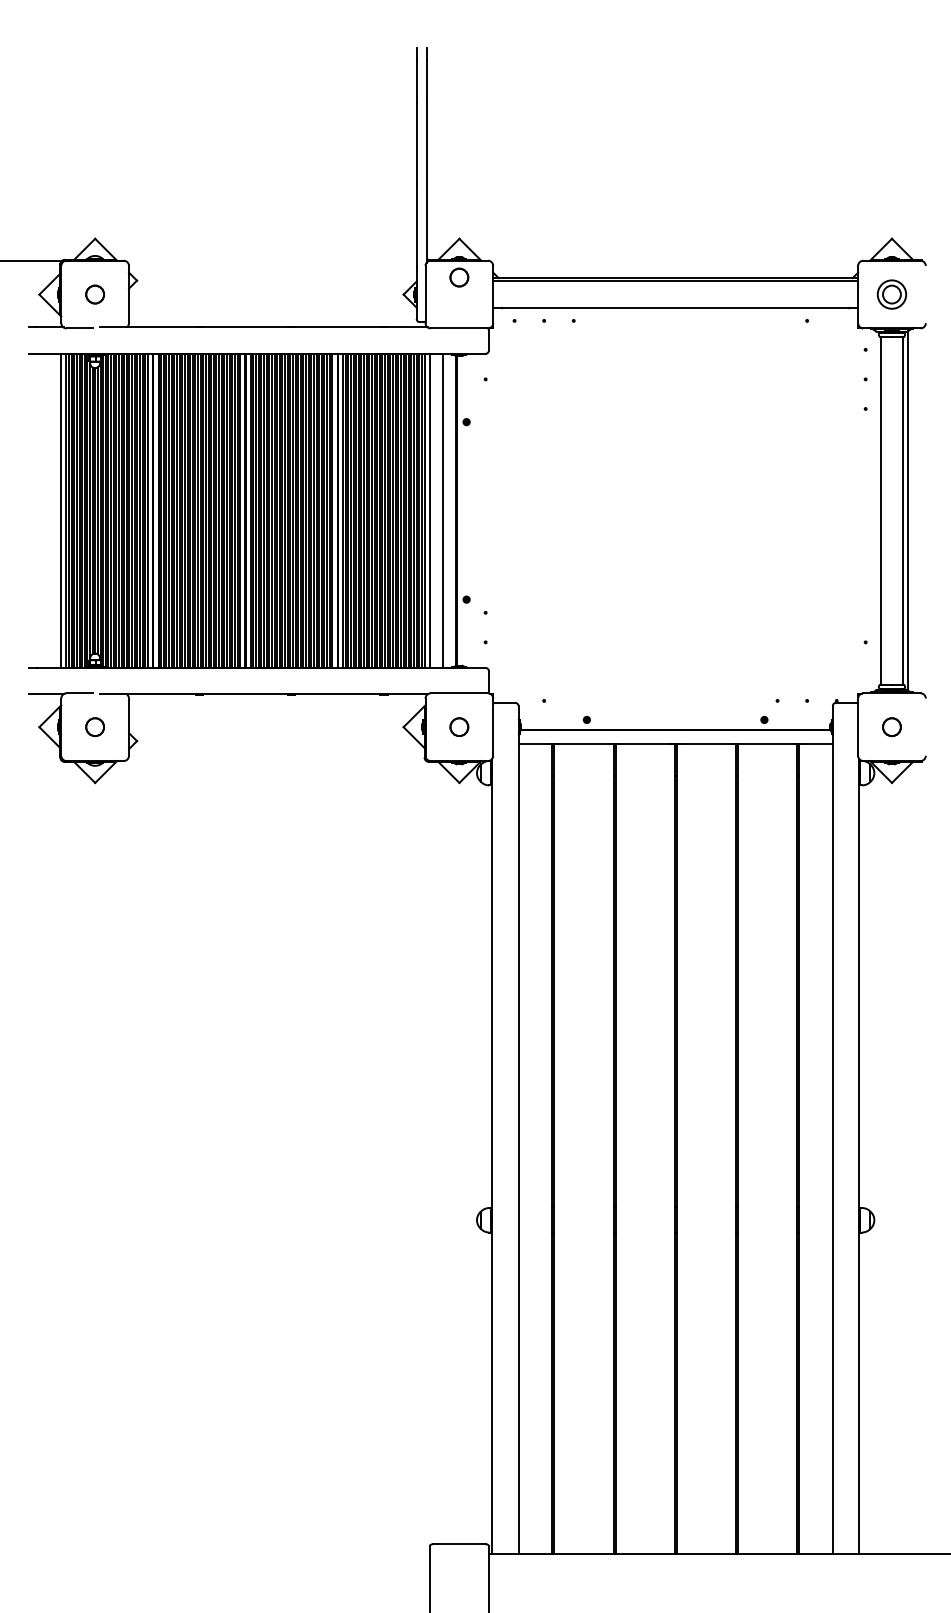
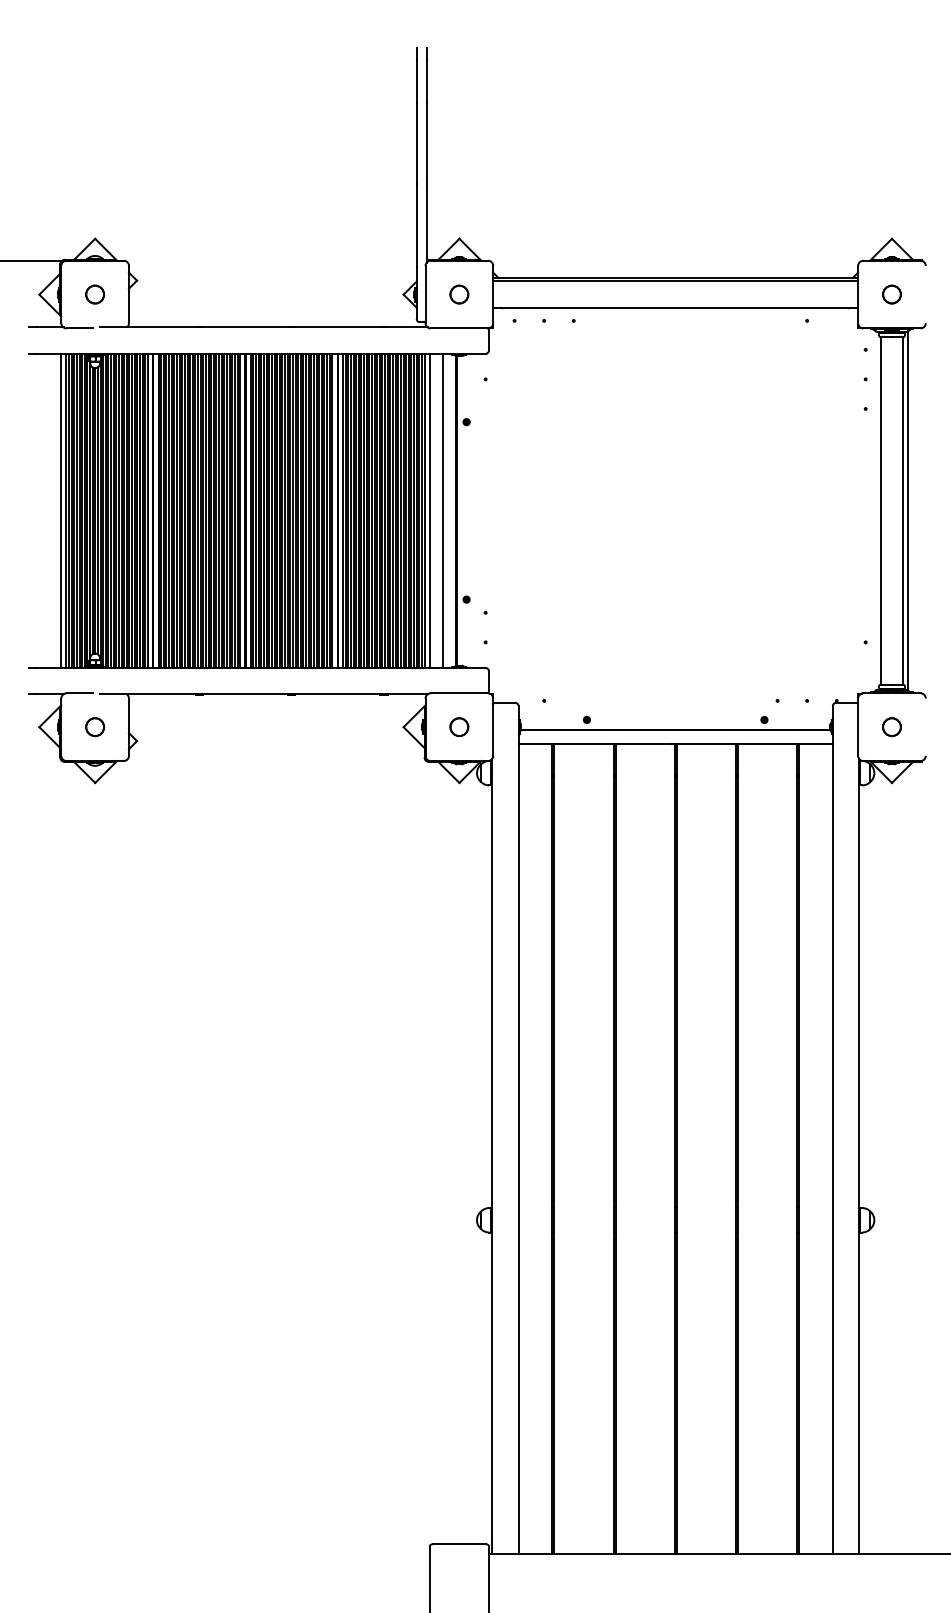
part at (459, 277) position: (459, 277) -> (459, 294)
circle at (891, 294) diameter: 28 px -> 18 px
